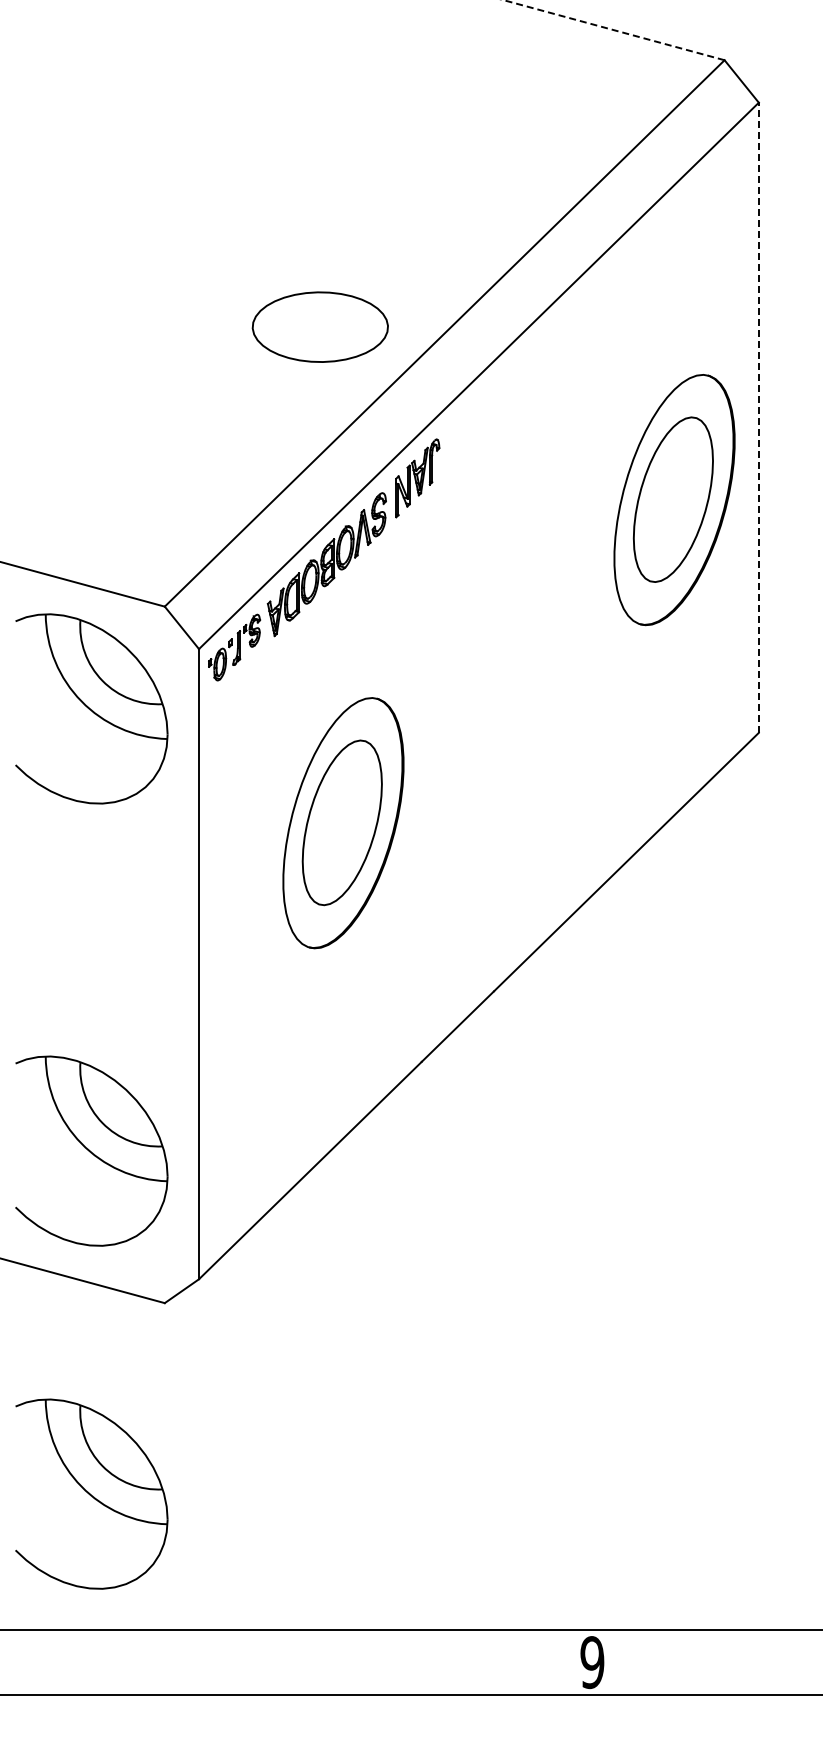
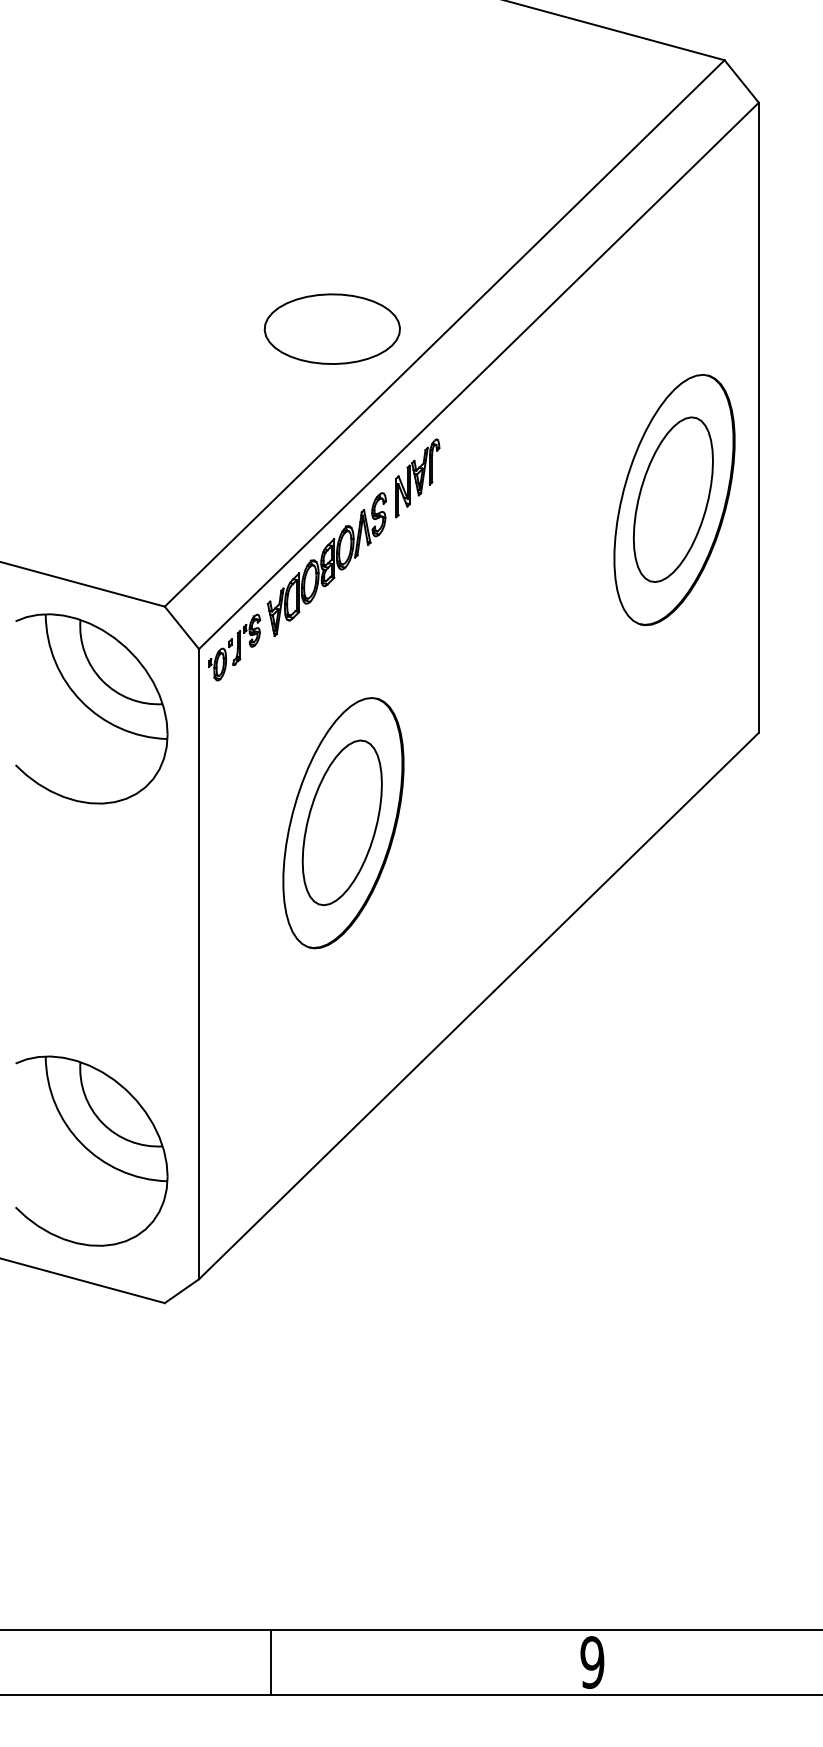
line at (613, 30): dashed -> solid
part at (319, 326) position: (319, 326) -> (331, 328)
line at (758, 417): dashed -> solid
part at (91, 1493): present -> none
line at (270, 1662): none -> present
